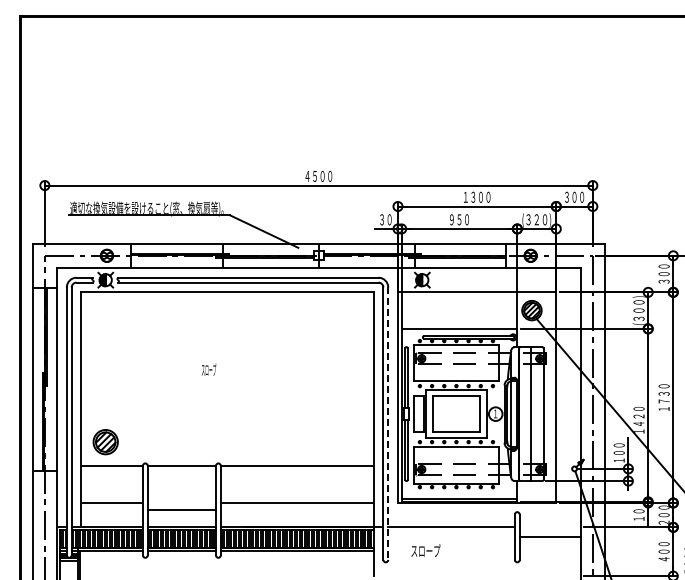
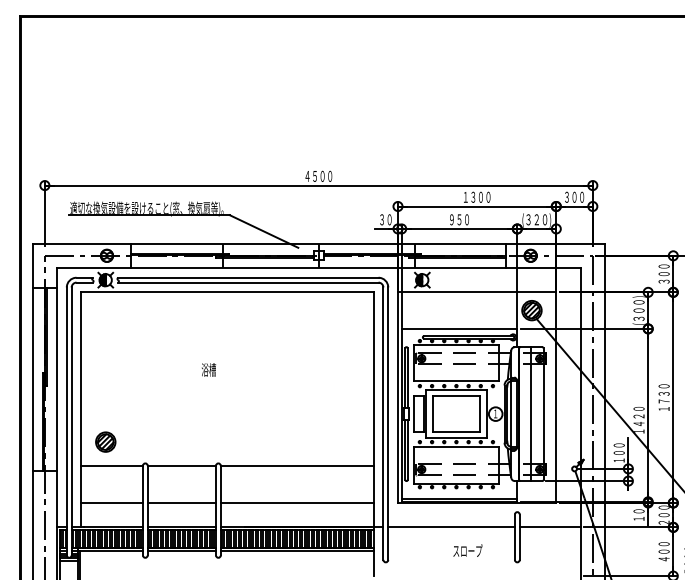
text at (208, 369): スロープ -> 浴槽
line at (388, 424): dashed -> solid
part at (105, 442) size: 27x27 px -> 22x22 px
line at (181, 510) position: (181, 510) -> (181, 503)
line at (549, 537) position: (549, 537) -> (549, 527)
text at (425, 550) position: (425, 550) -> (467, 550)
